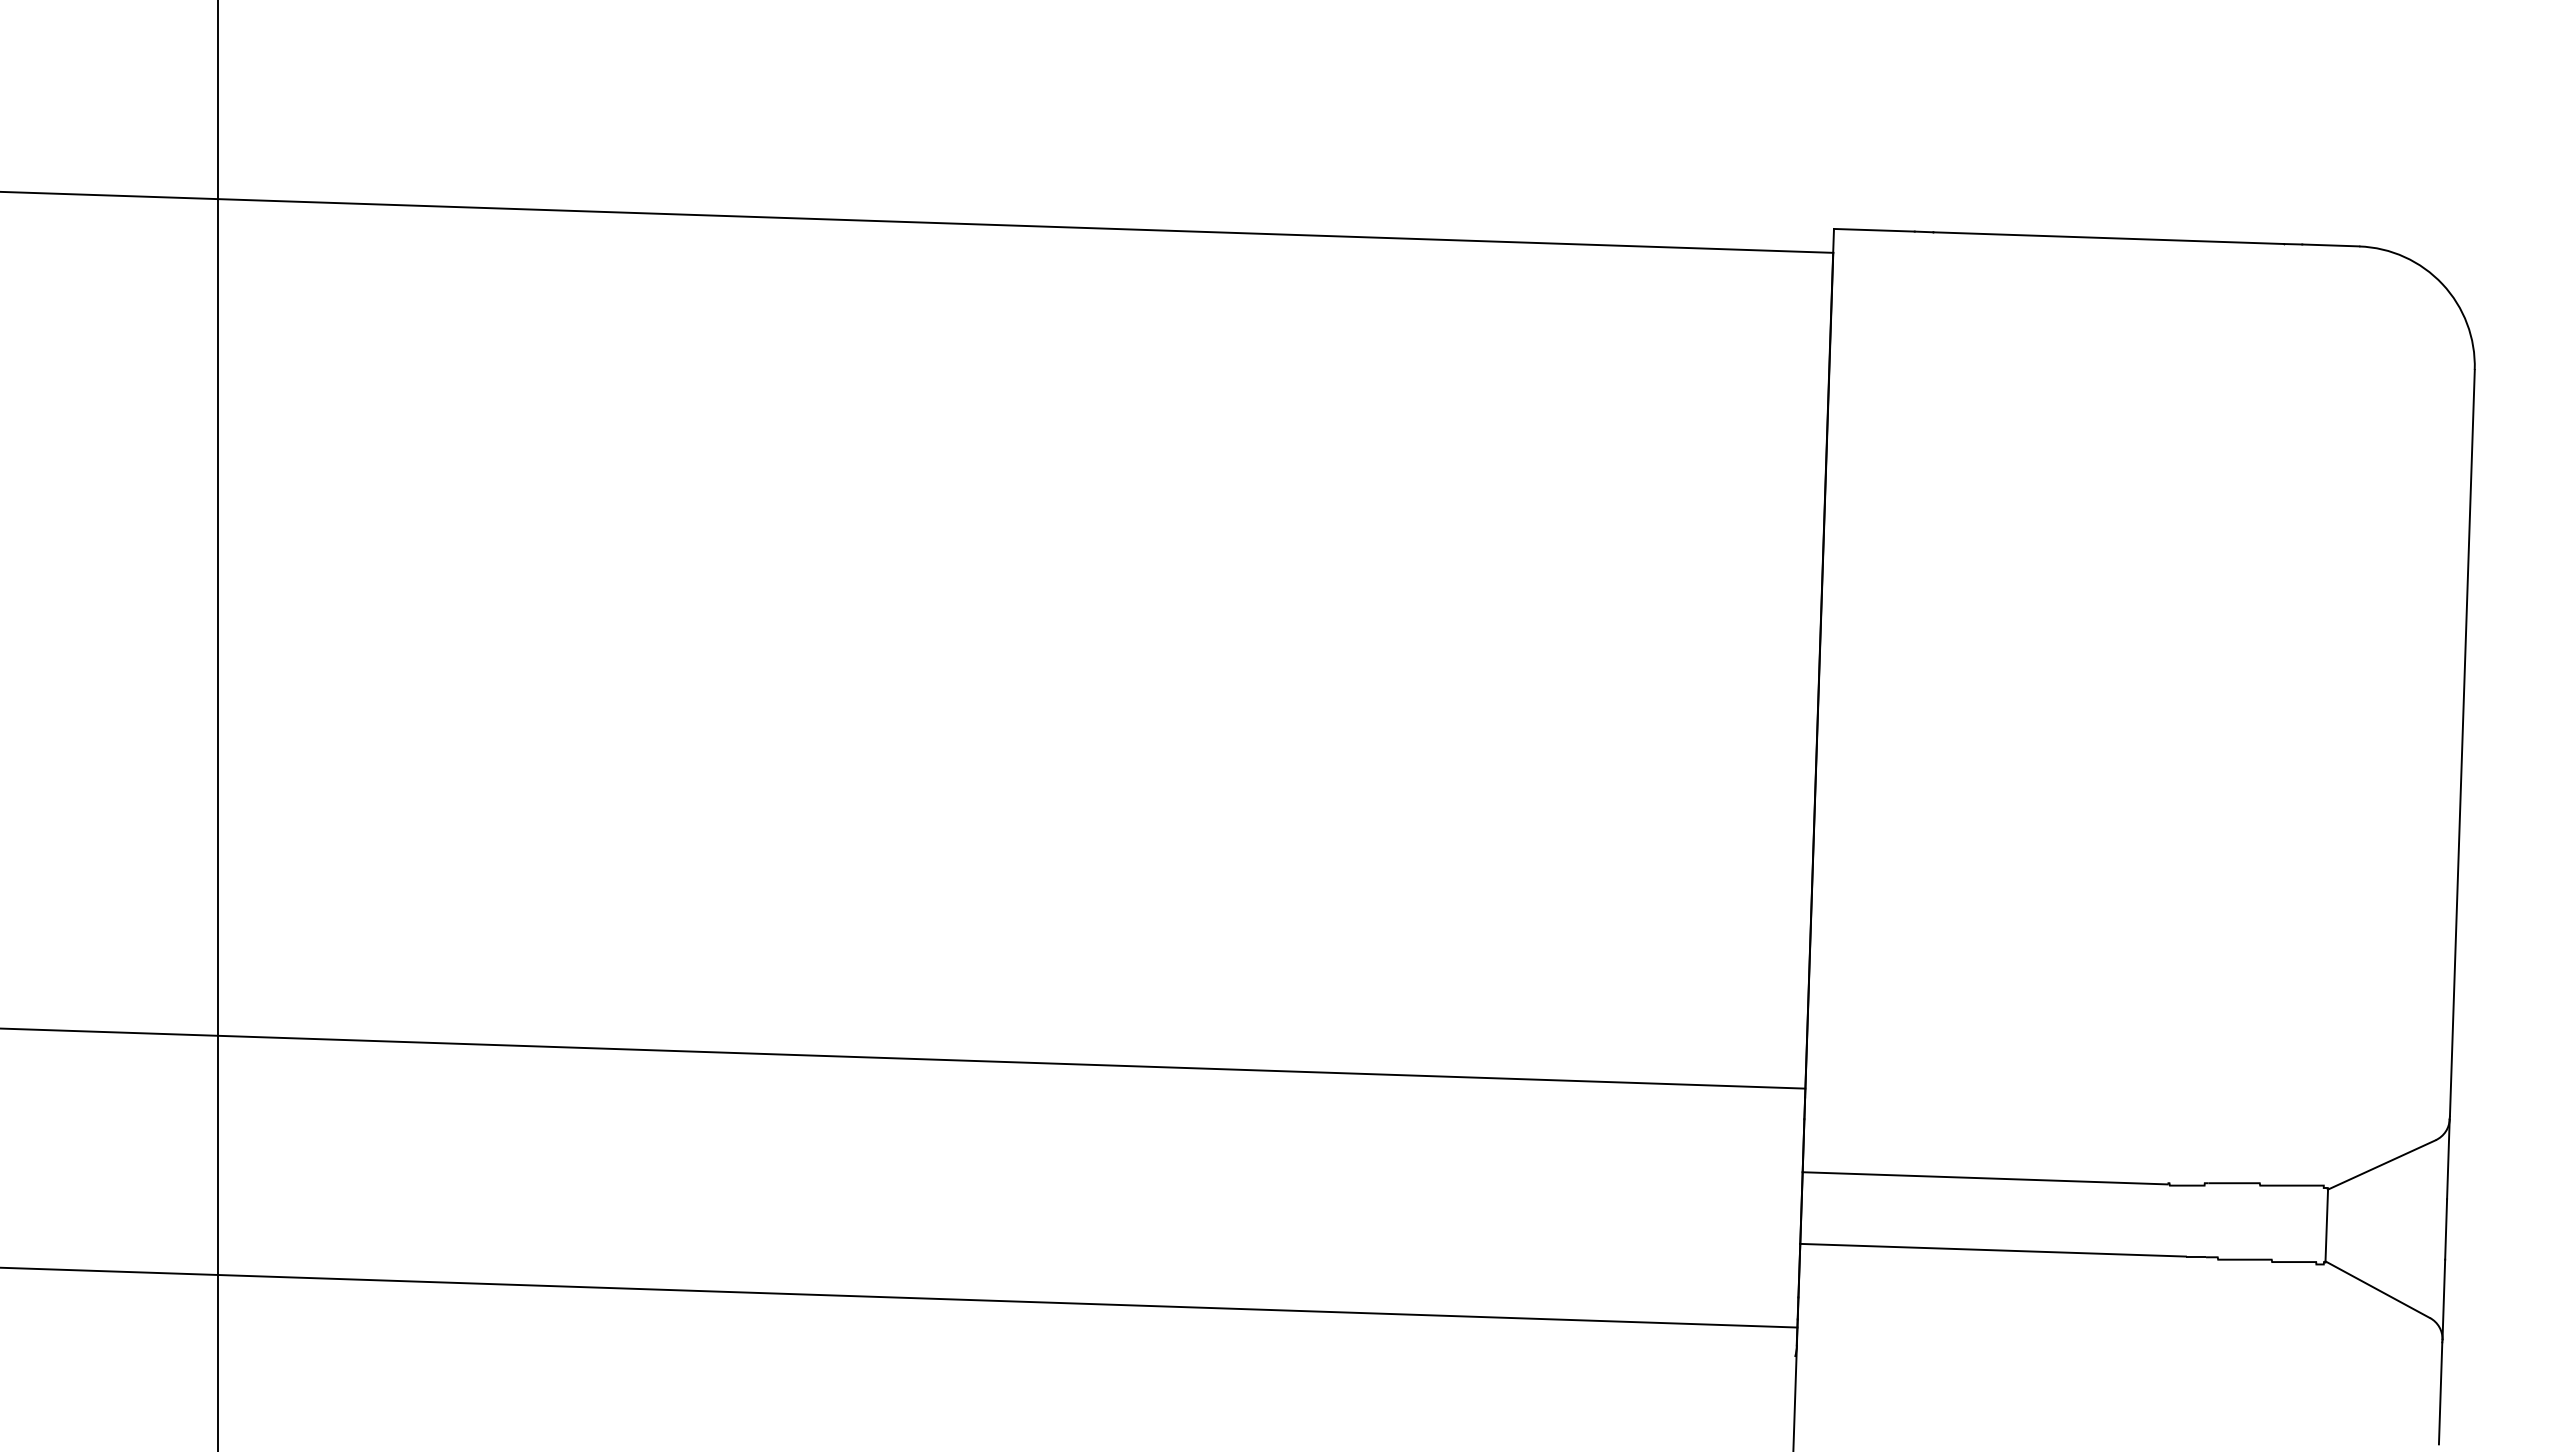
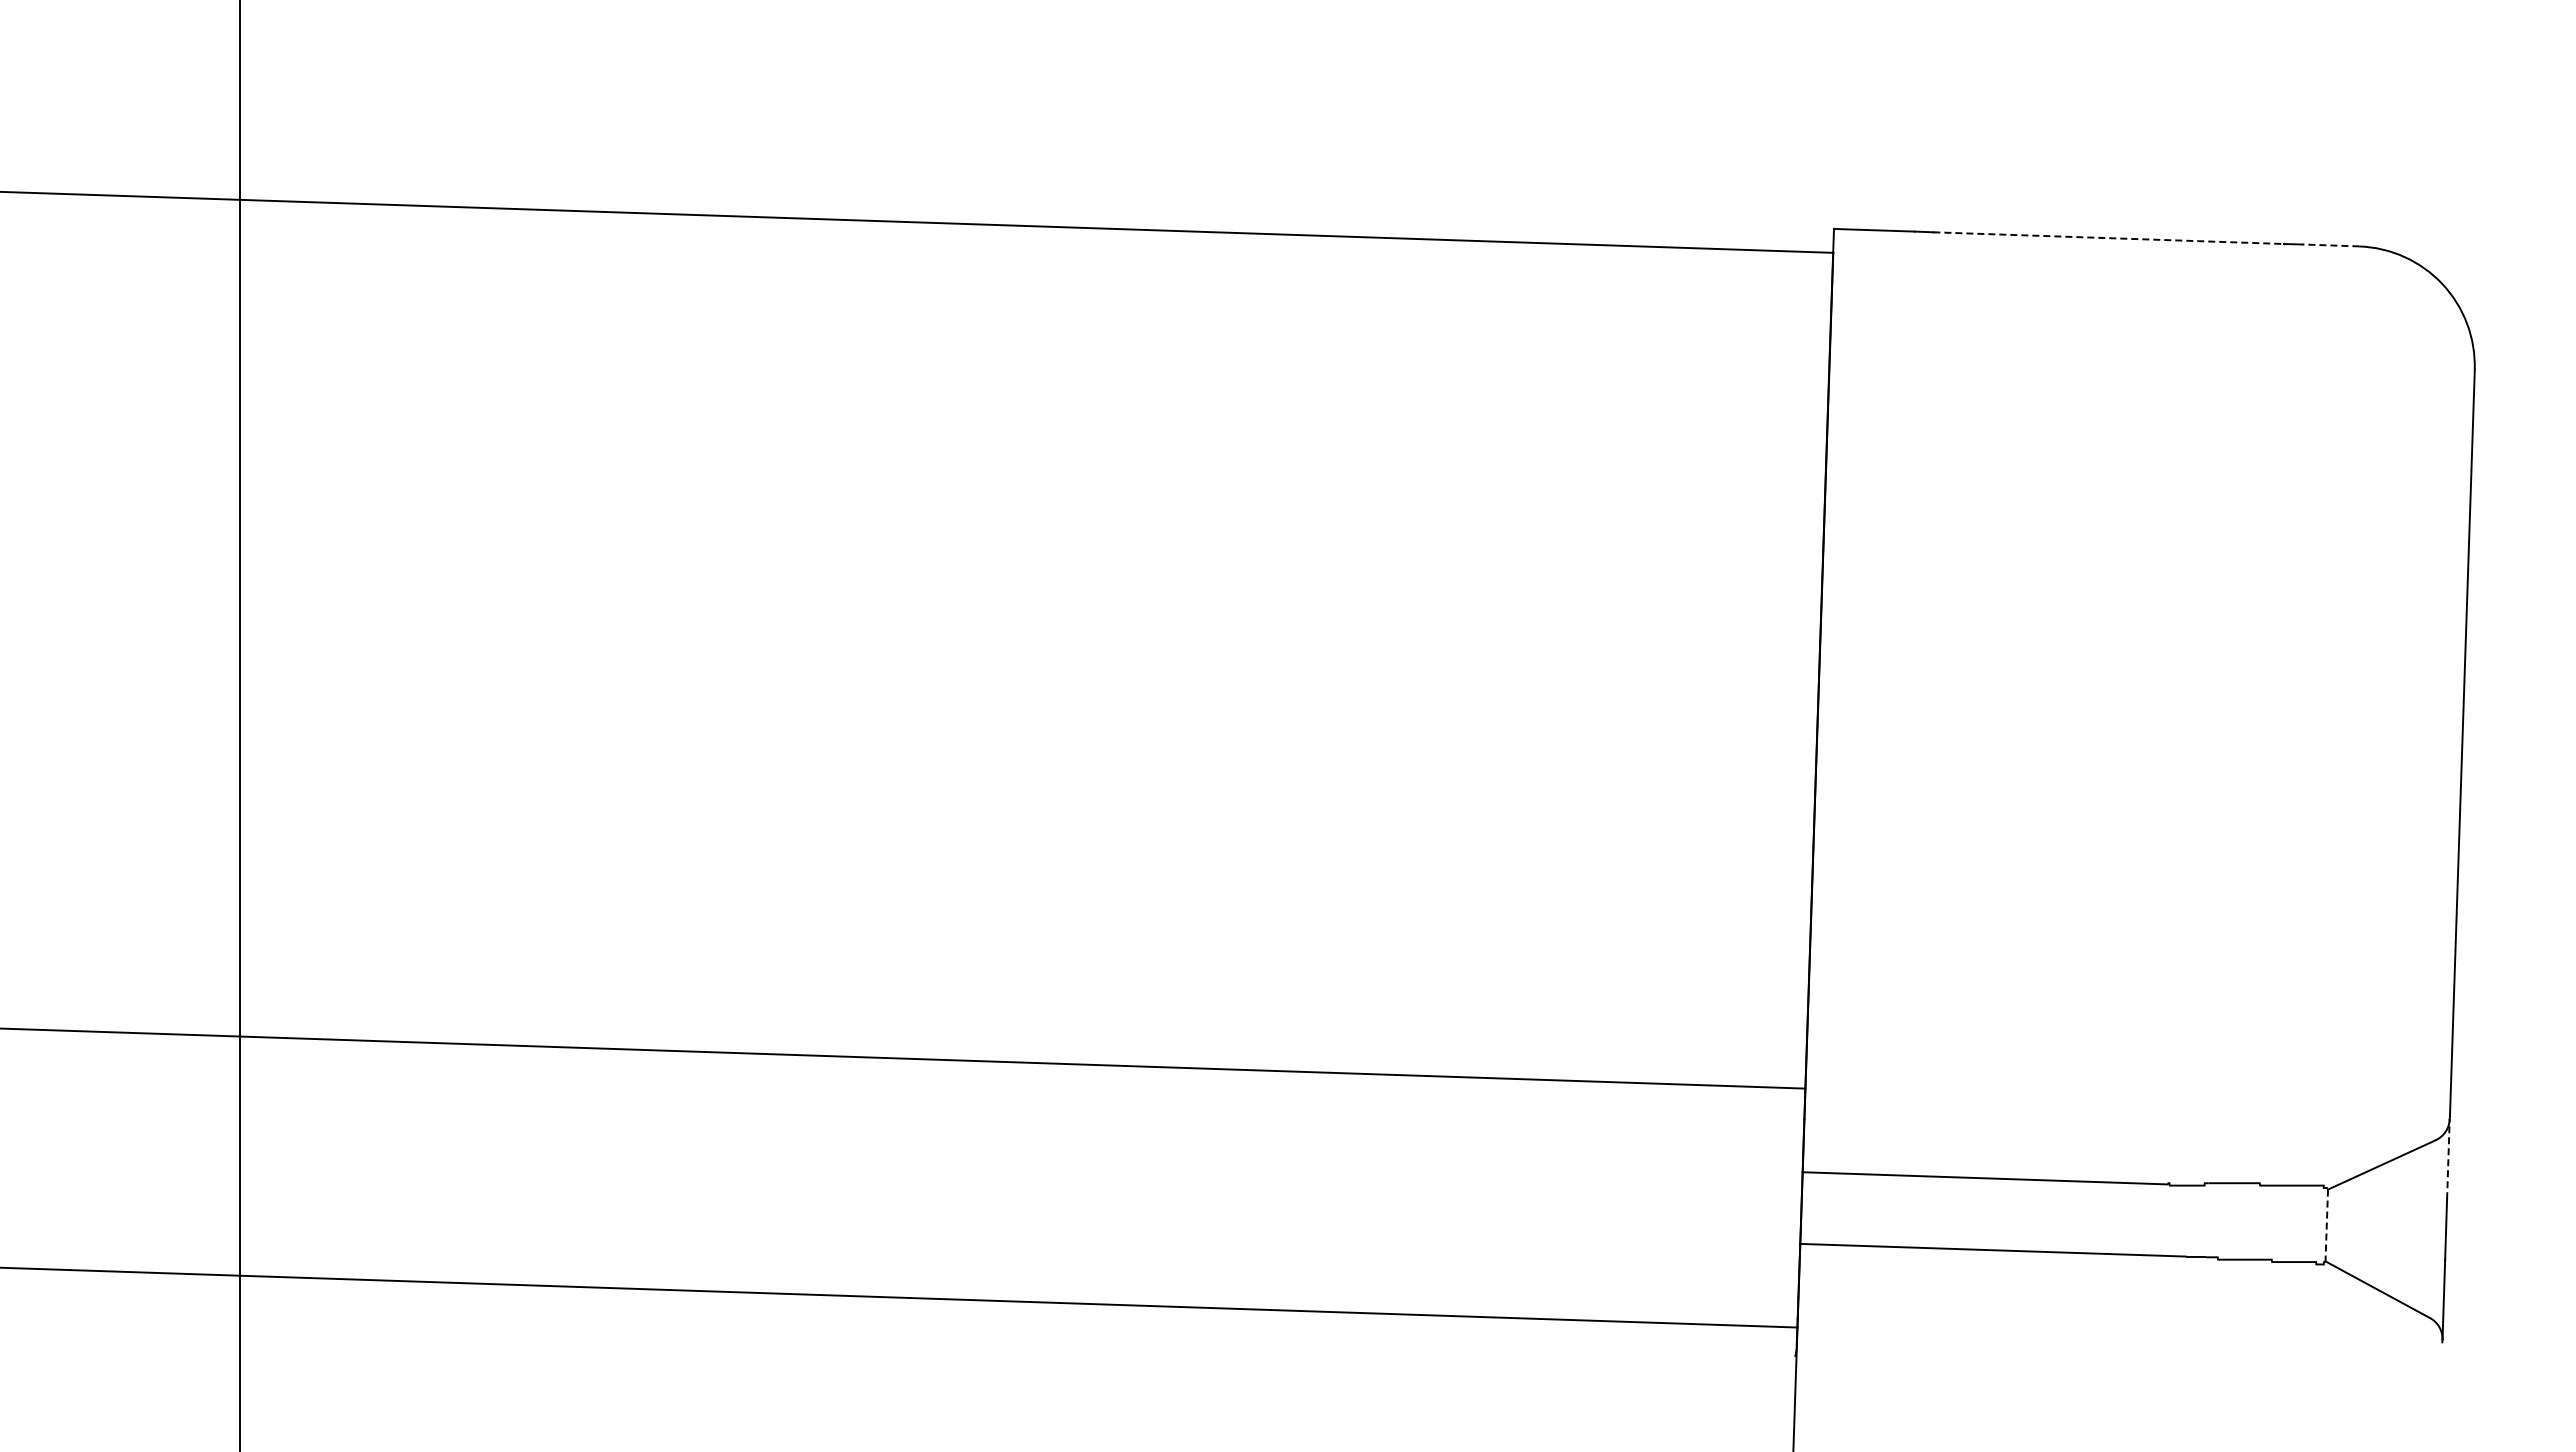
line at (2109, 238): solid -> dashed
line at (2330, 245): solid -> dashed
line at (217, 725) position: (217, 725) -> (239, 725)
line at (2448, 1158): solid -> dashed
line at (2326, 1224): solid -> dashed
line at (2440, 1393): present -> none
